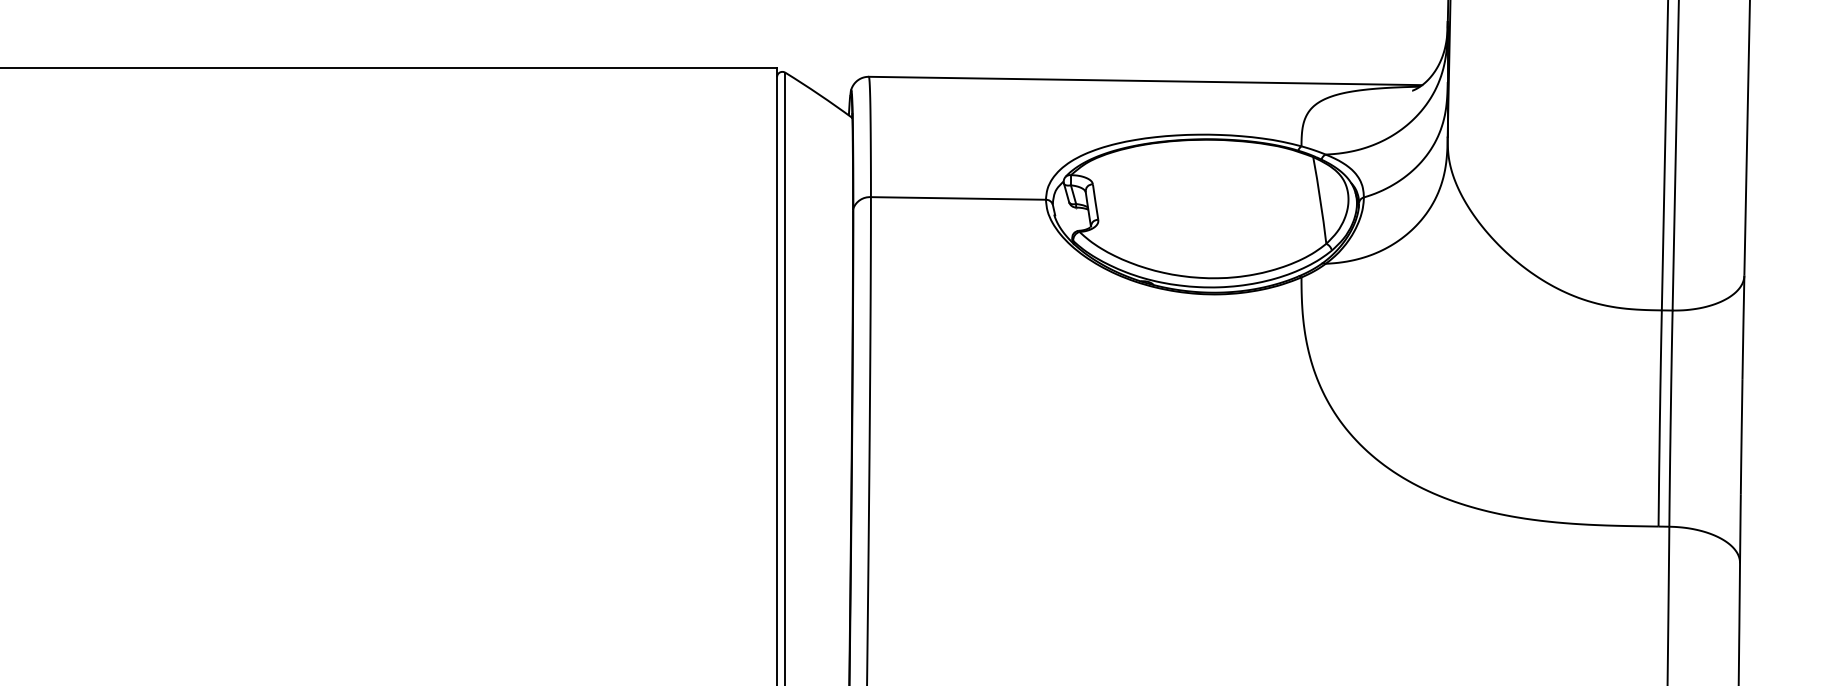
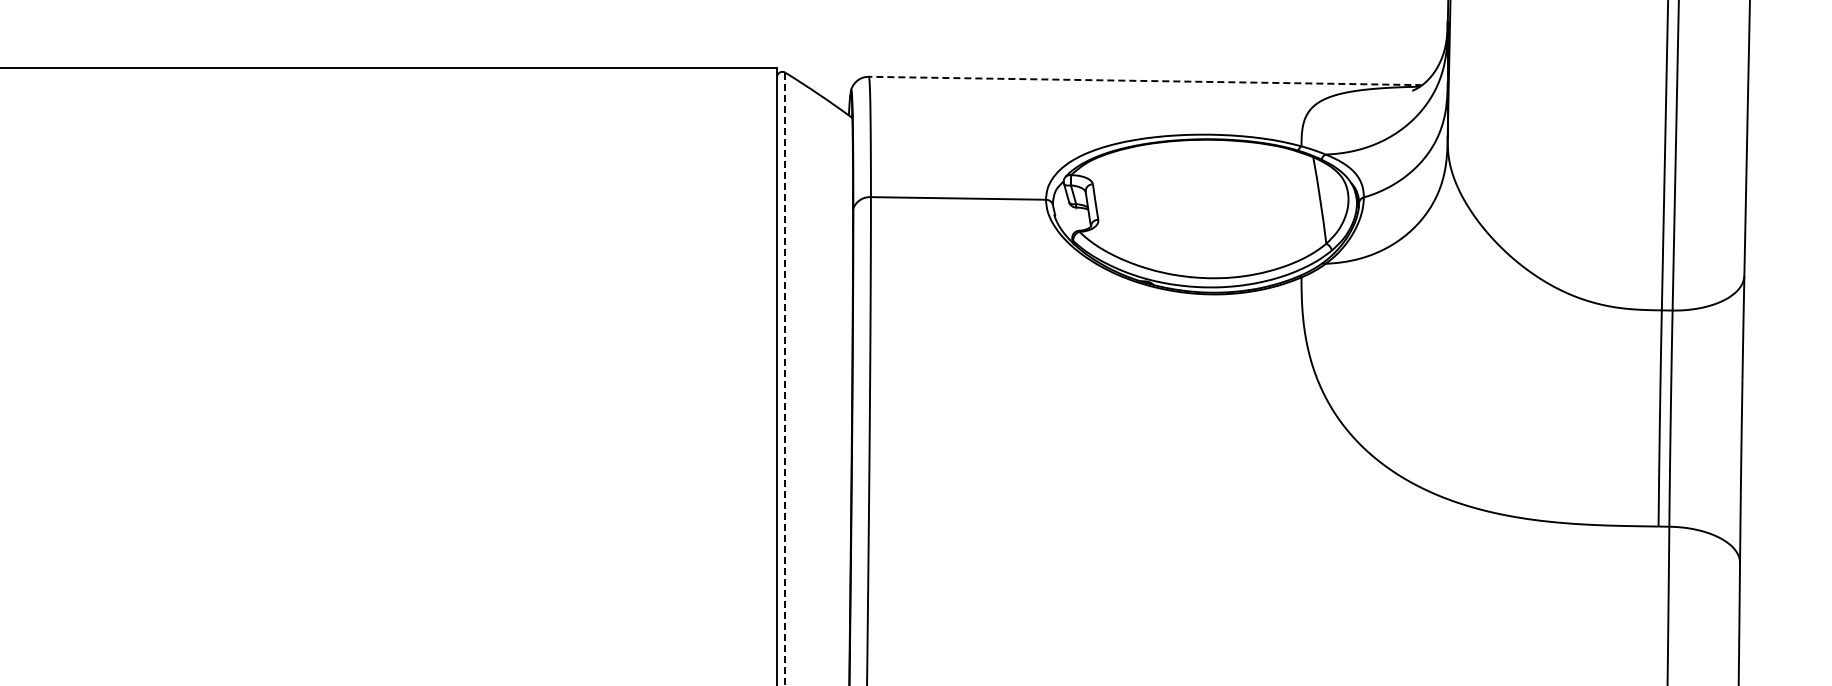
line at (1145, 80): solid -> dashed
line at (785, 379): solid -> dashed
